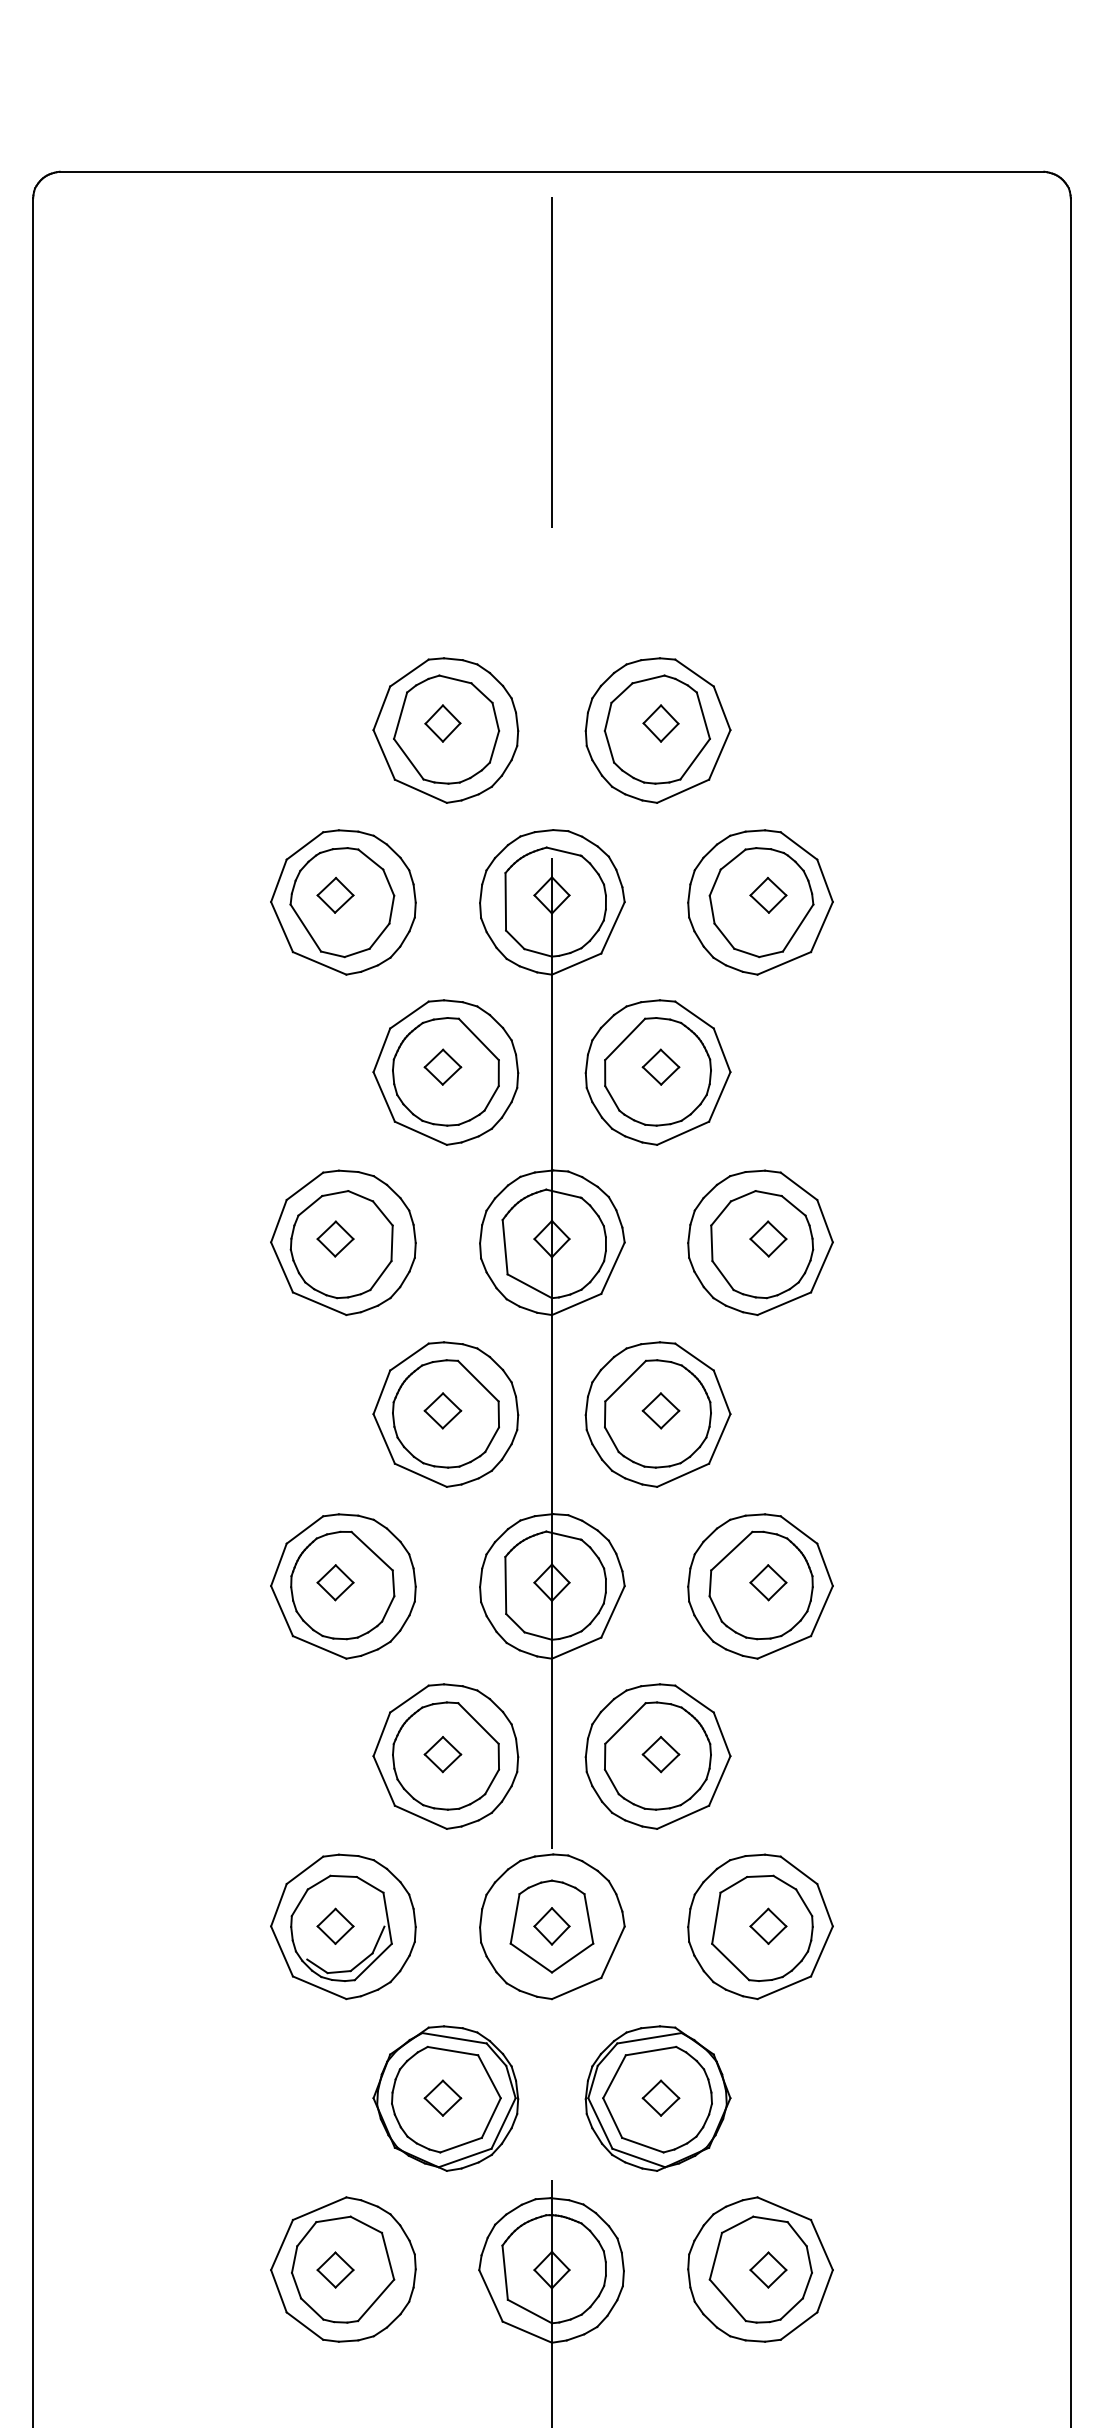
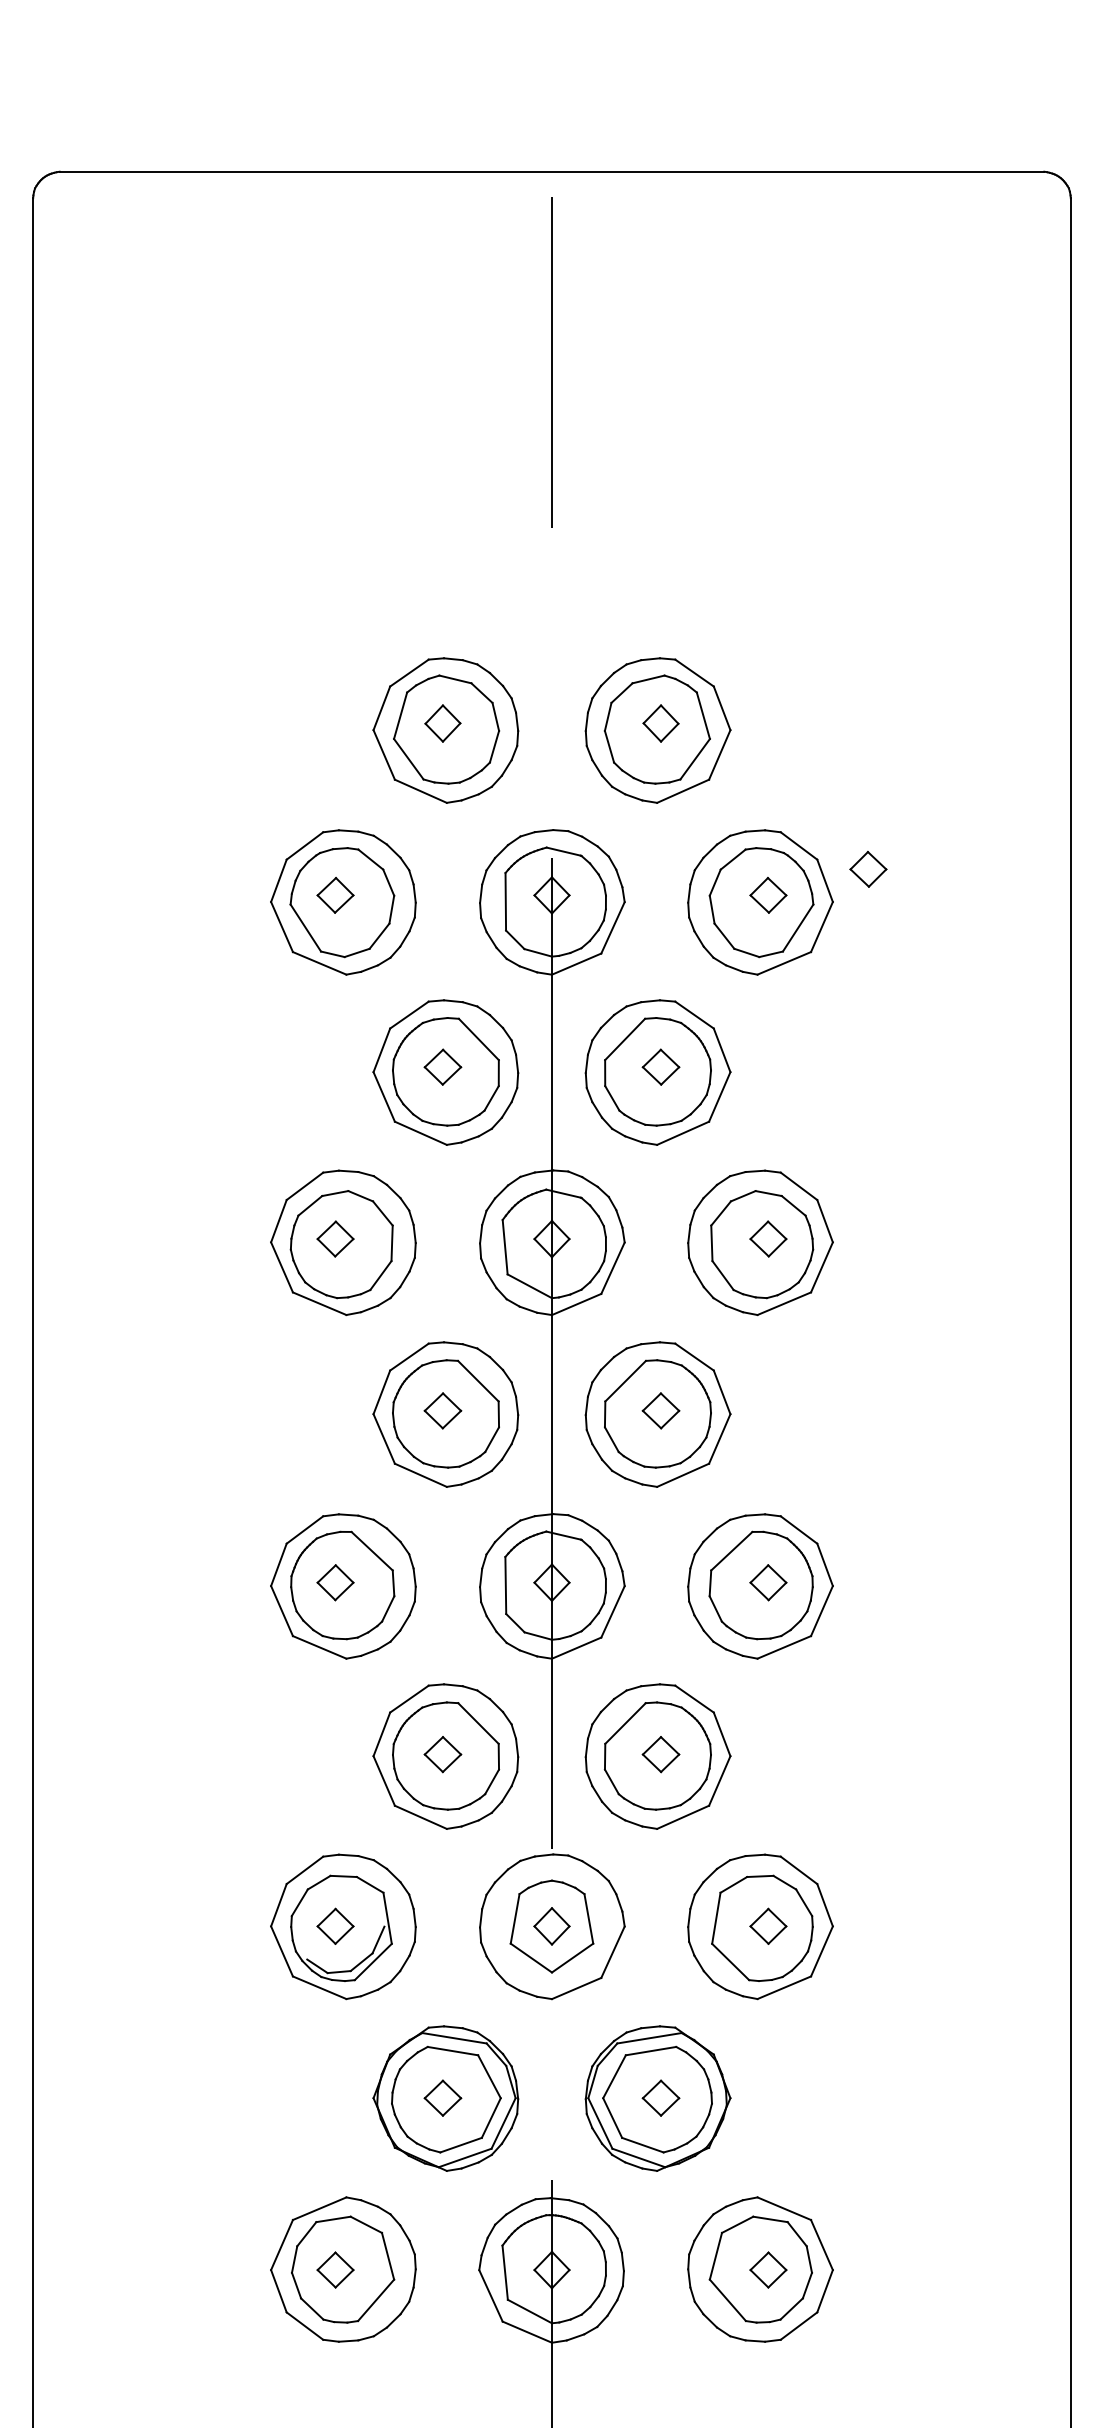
part at (868, 869): none -> present
